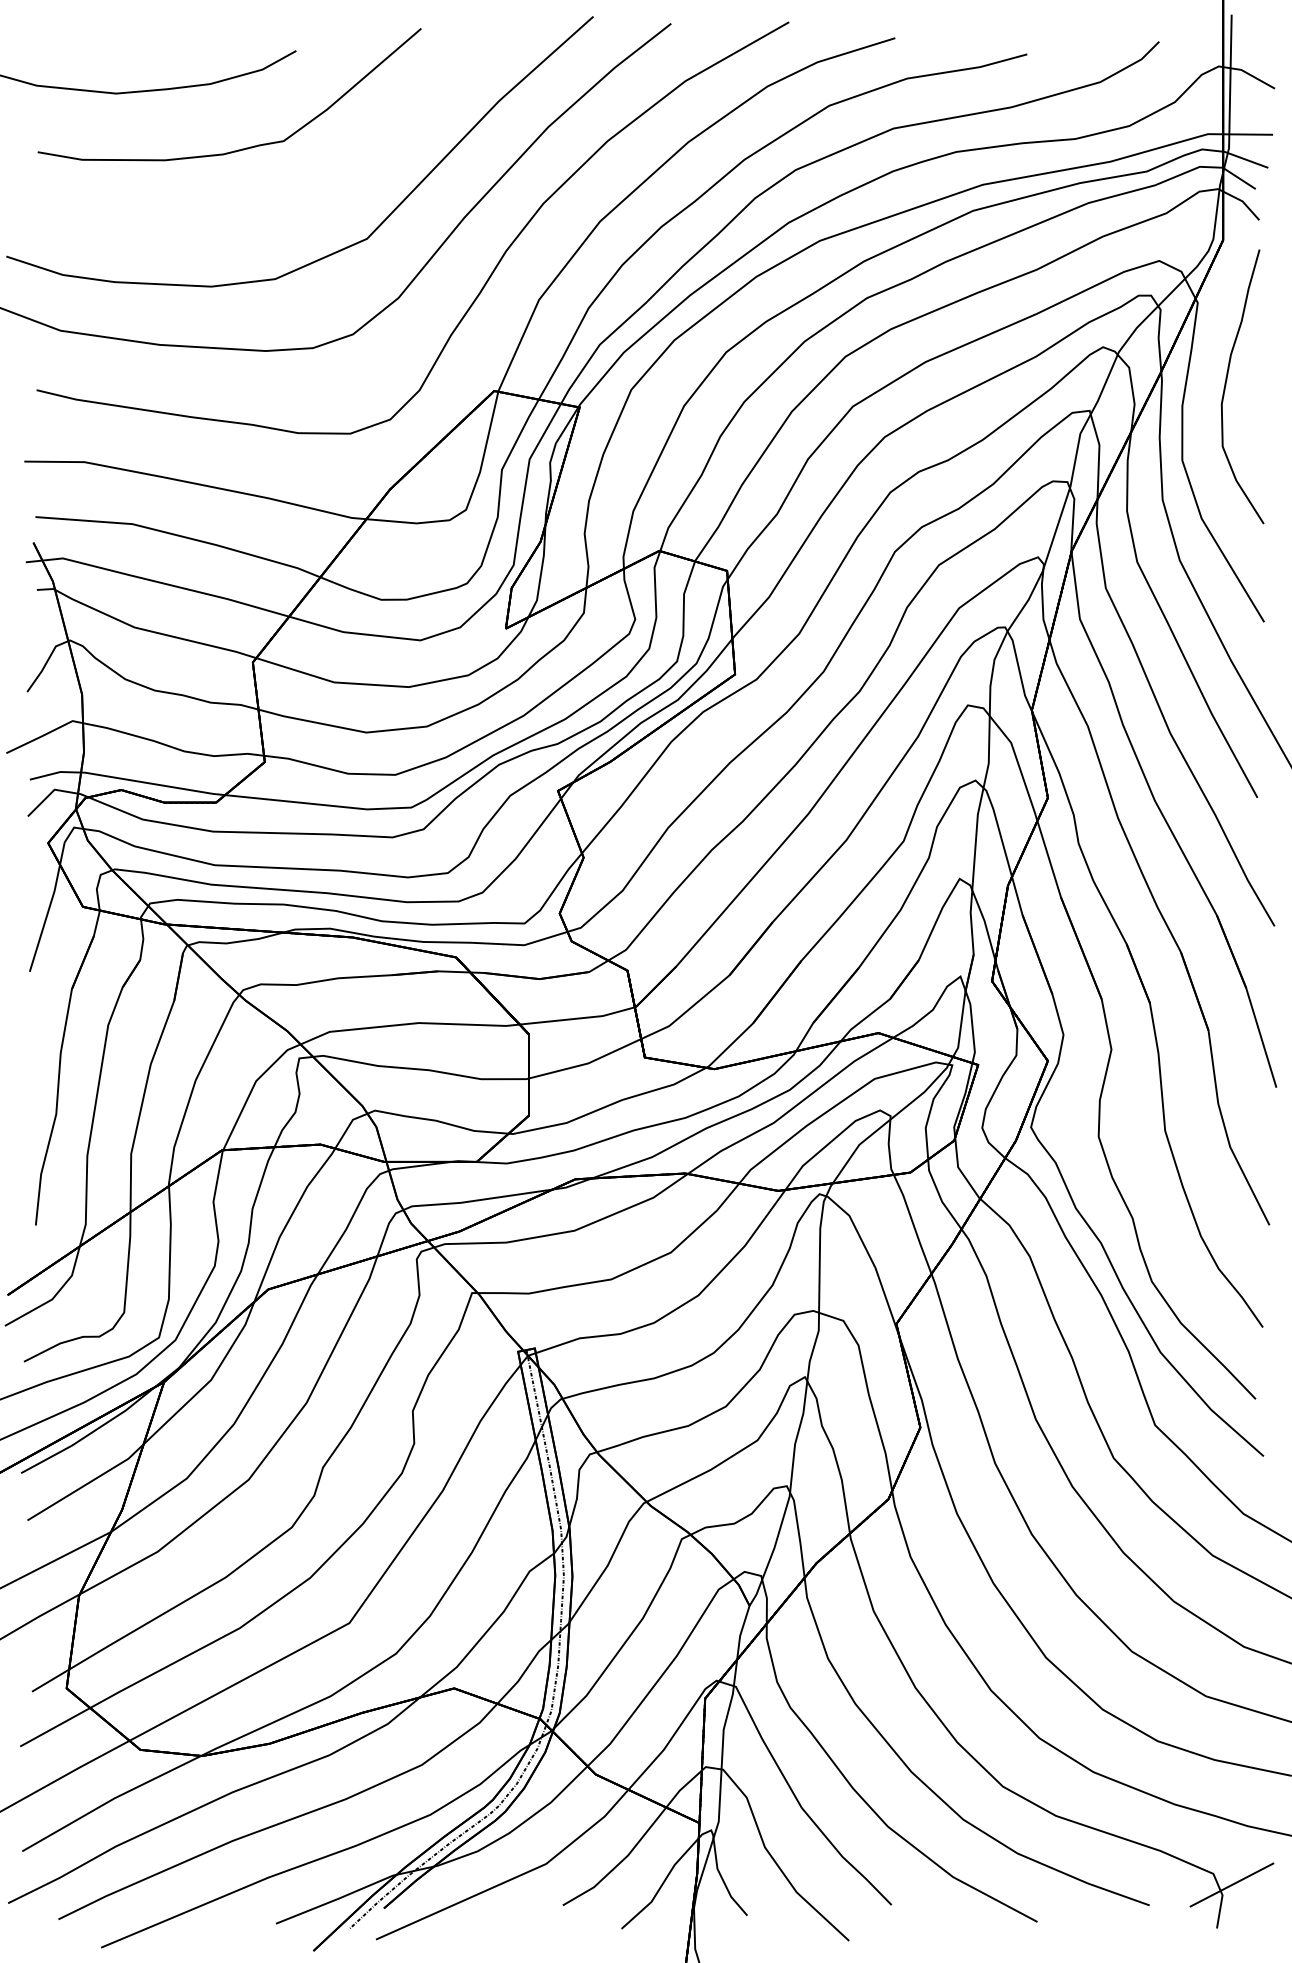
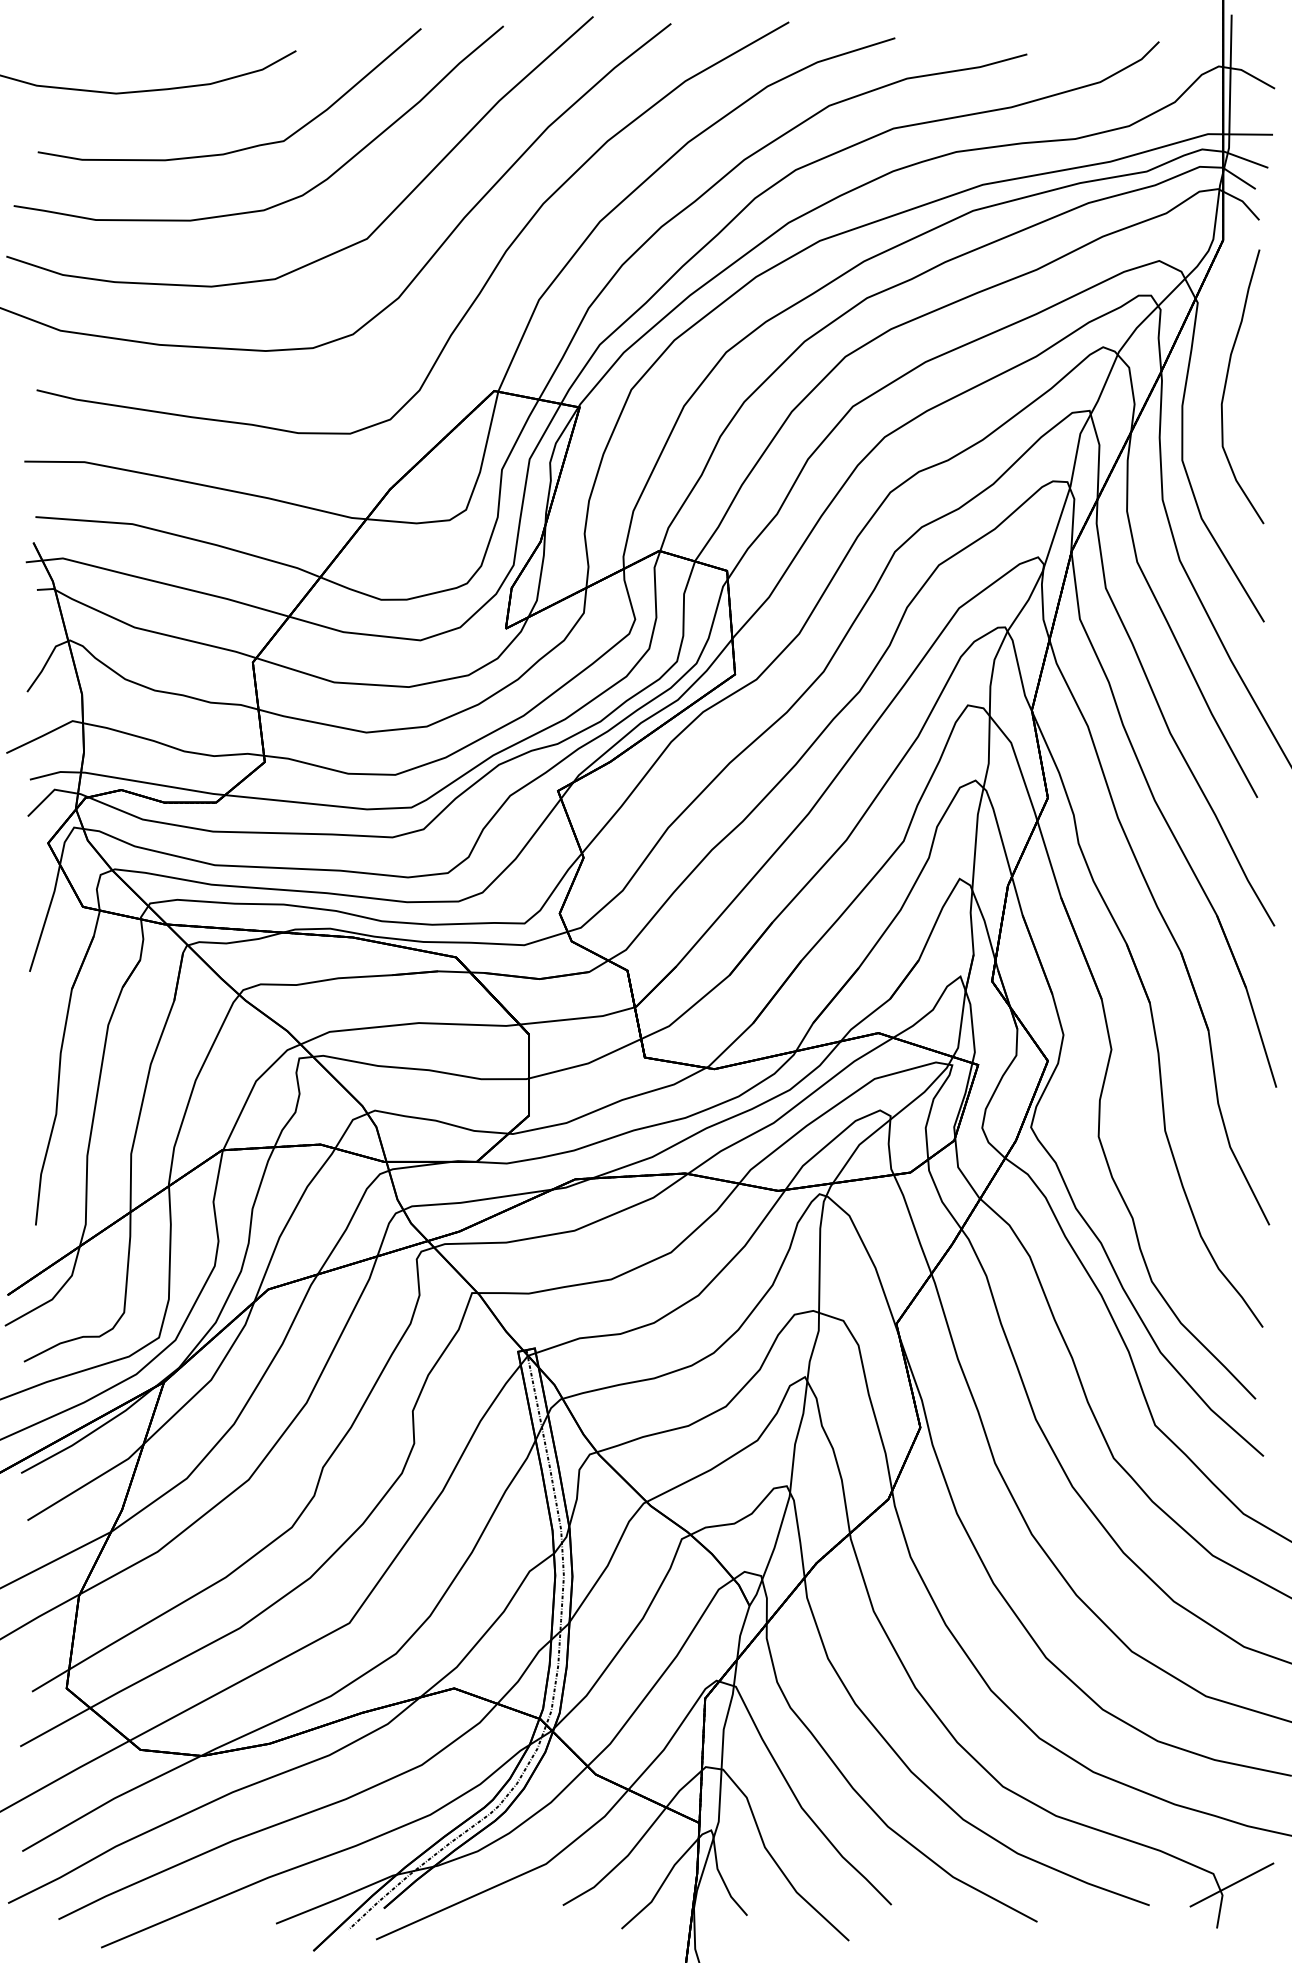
curve at (288, 199): none -> present
